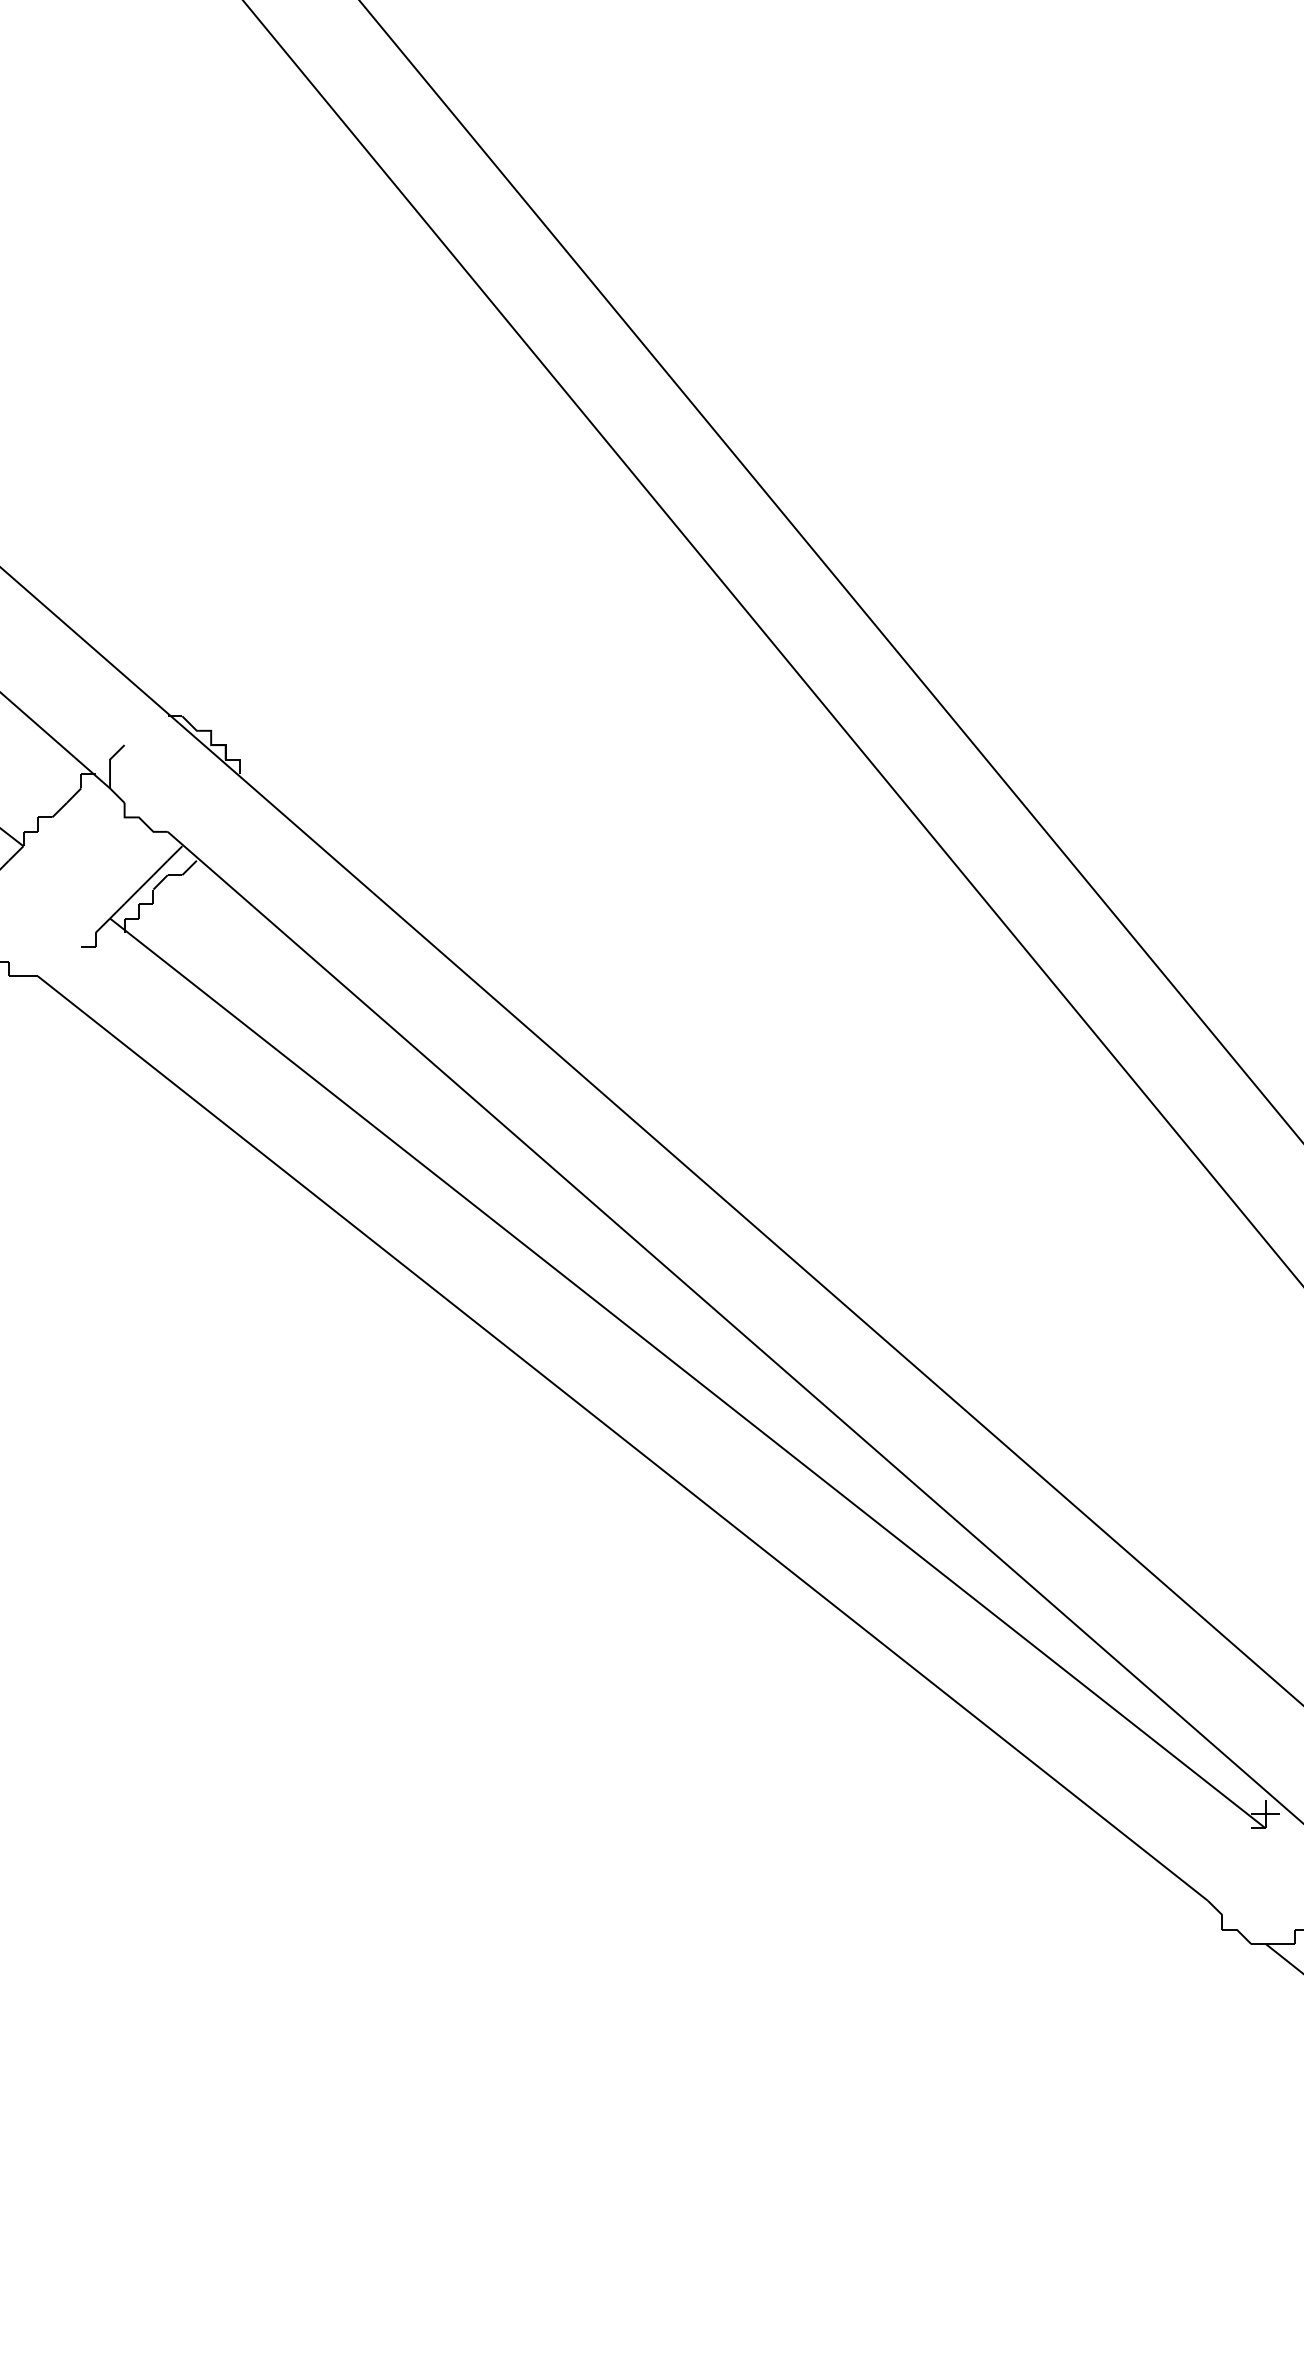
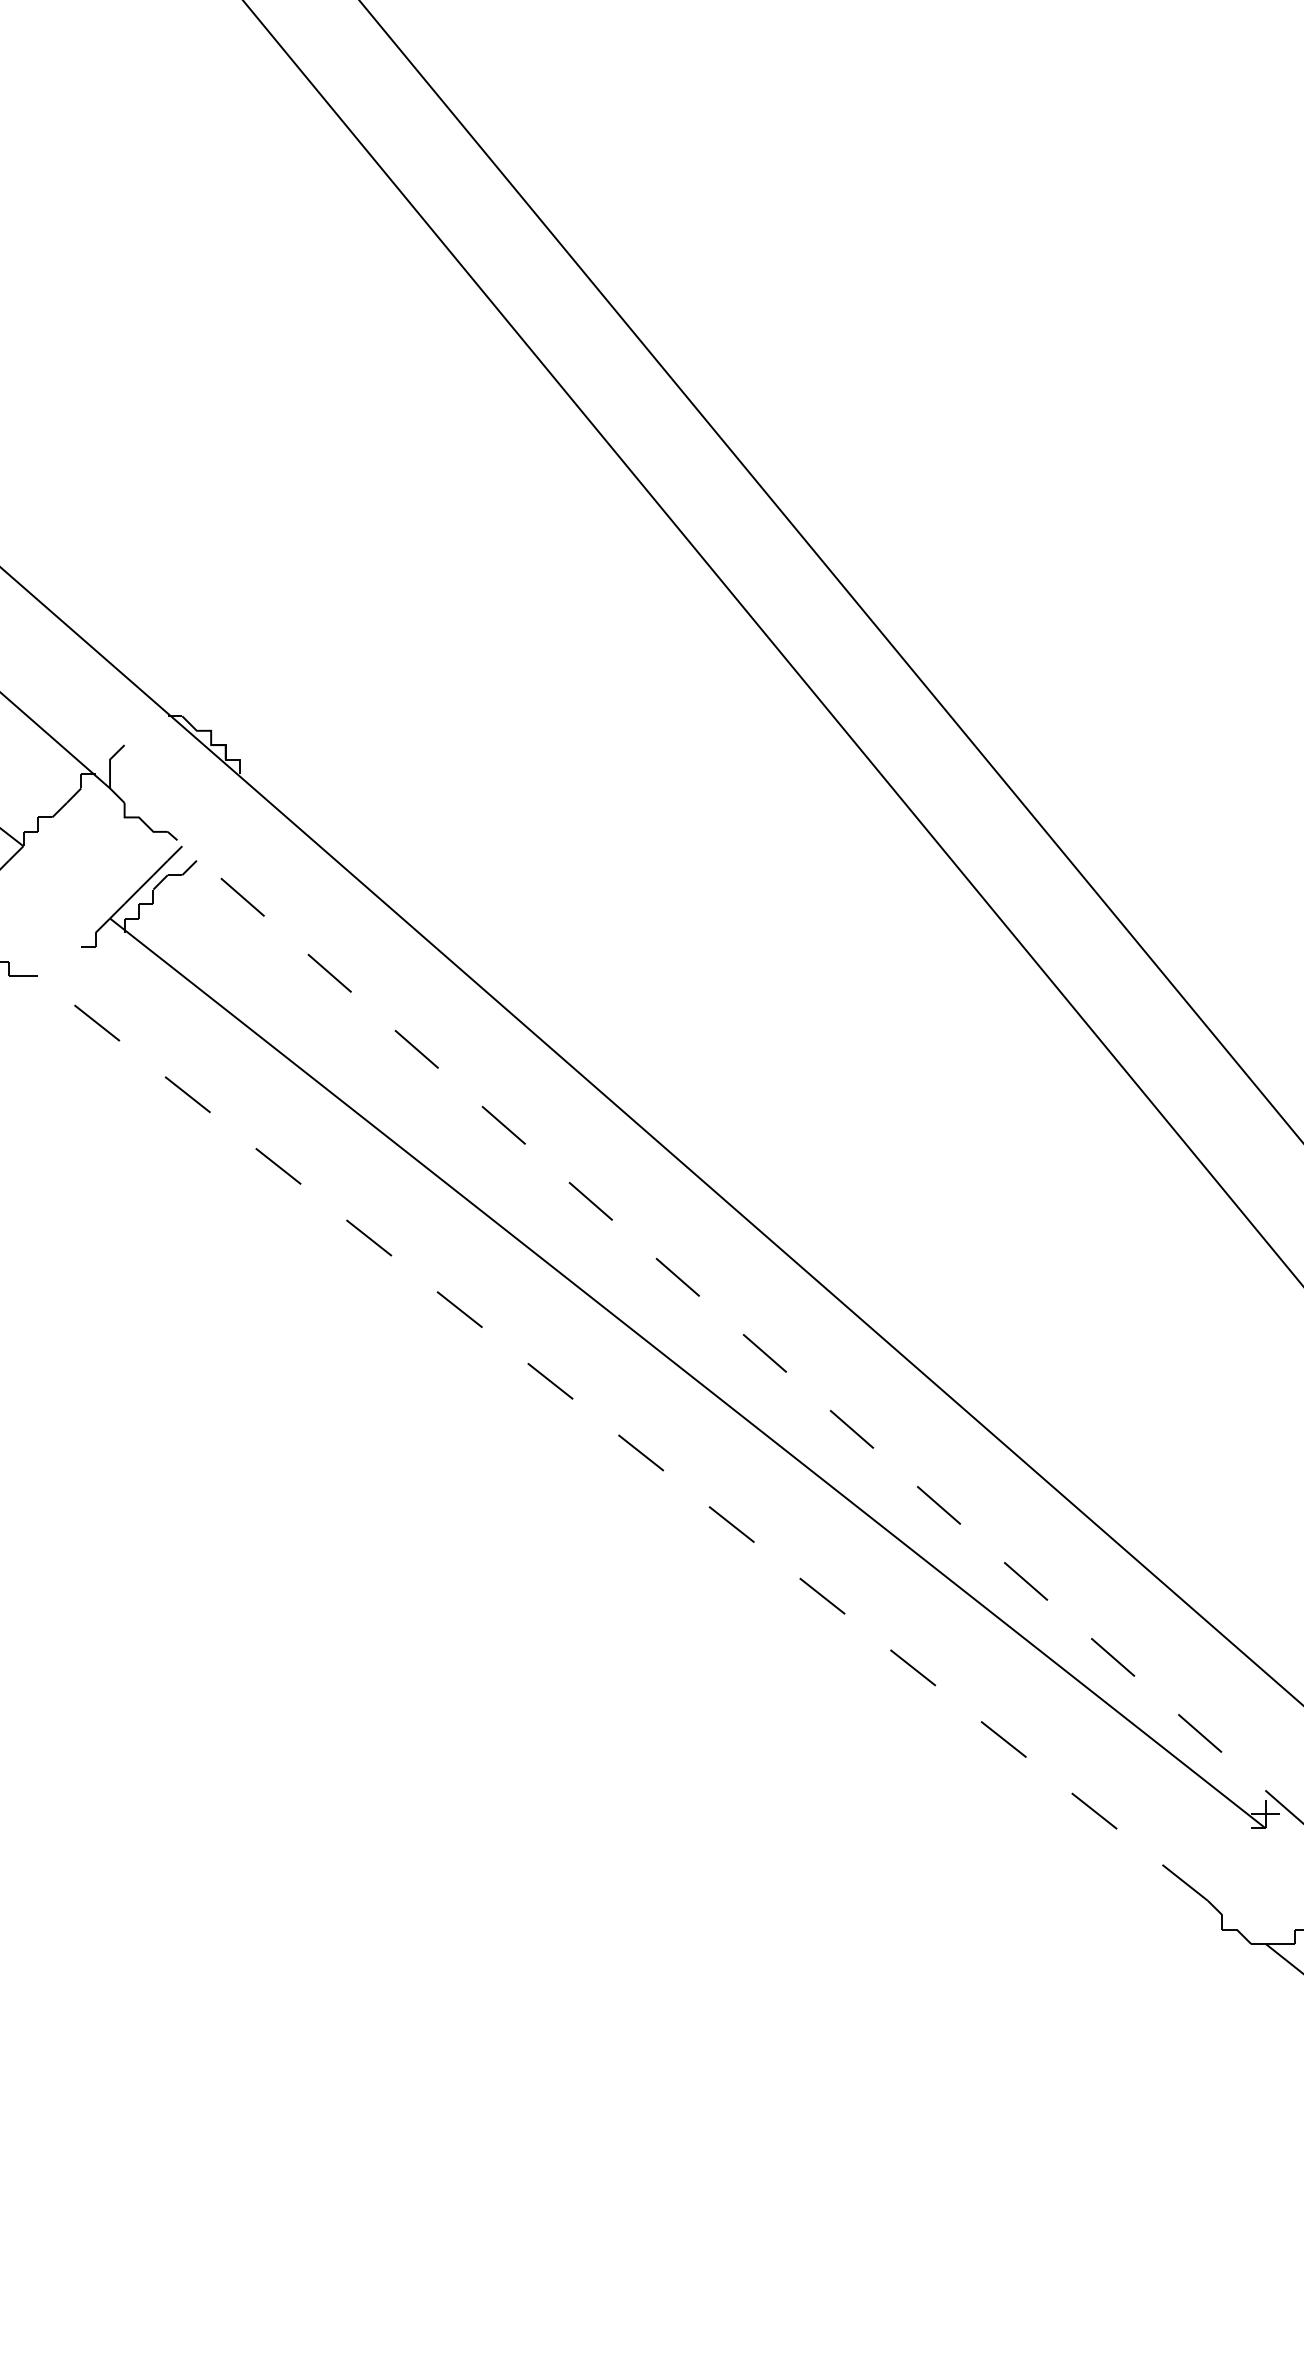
line at (735, 1327): solid -> dashed
line at (622, 1438): solid -> dashed
